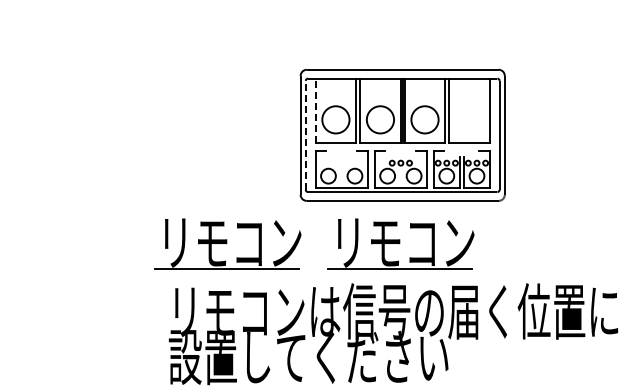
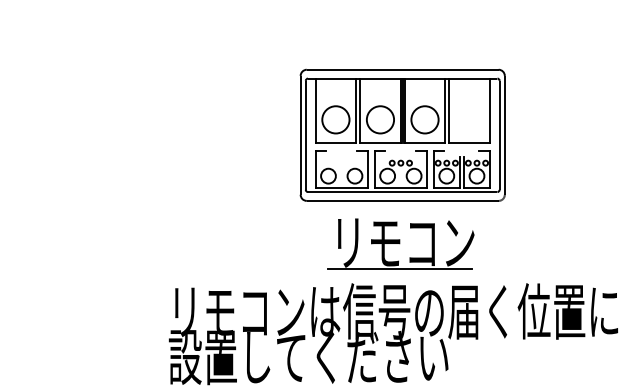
line at (315, 110): dashed -> solid
line at (305, 134): dashed -> solid
part at (227, 243): present -> none
